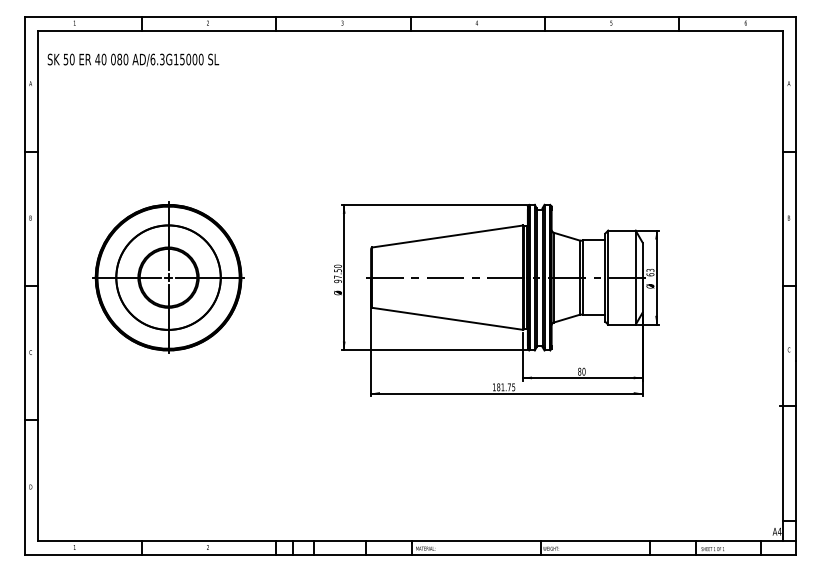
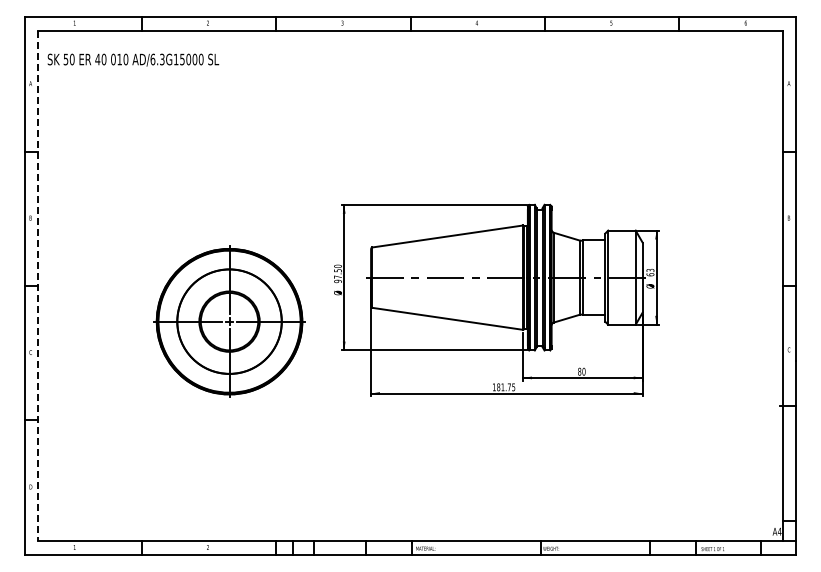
text at (119, 59): 080 -> 010
part at (168, 277) position: (168, 277) -> (229, 321)
line at (38, 286): solid -> dashed
